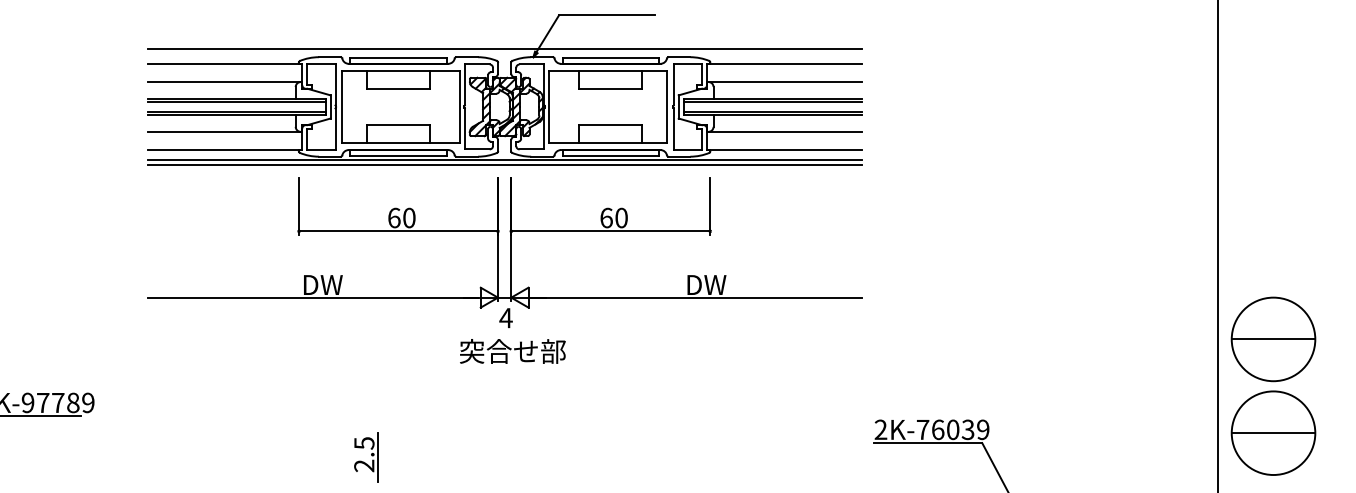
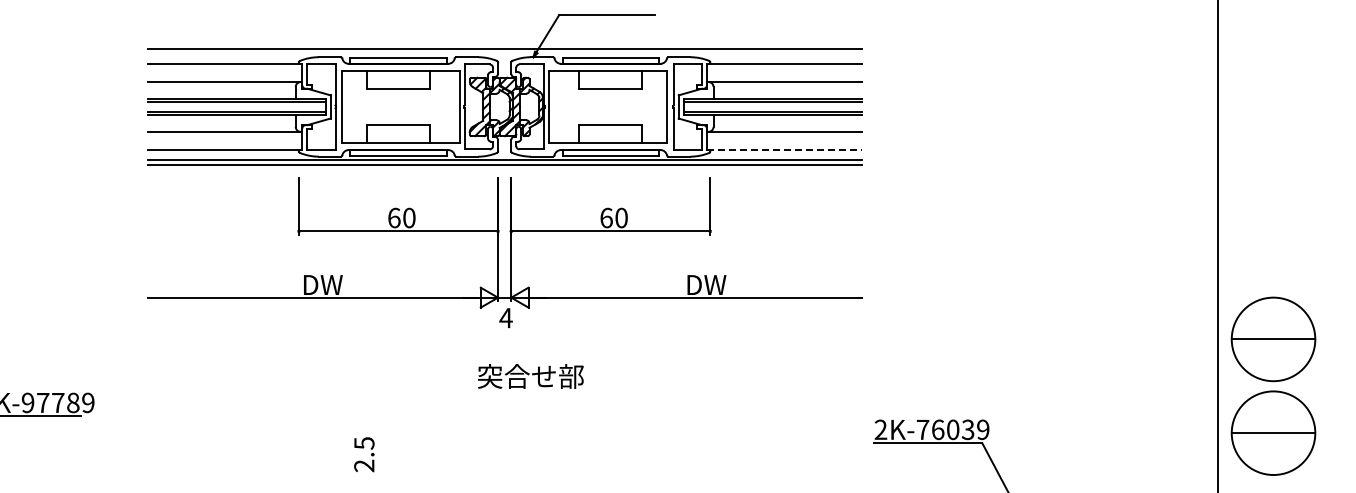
line at (784, 150): solid -> dashed
text at (512, 351) position: (512, 351) -> (530, 376)
line at (377, 457): present -> none
